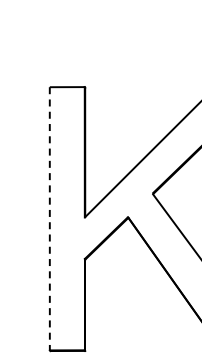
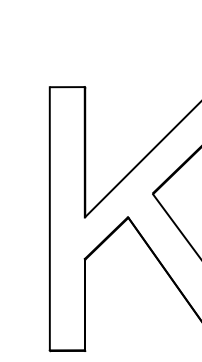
line at (49, 218): dashed -> solid
